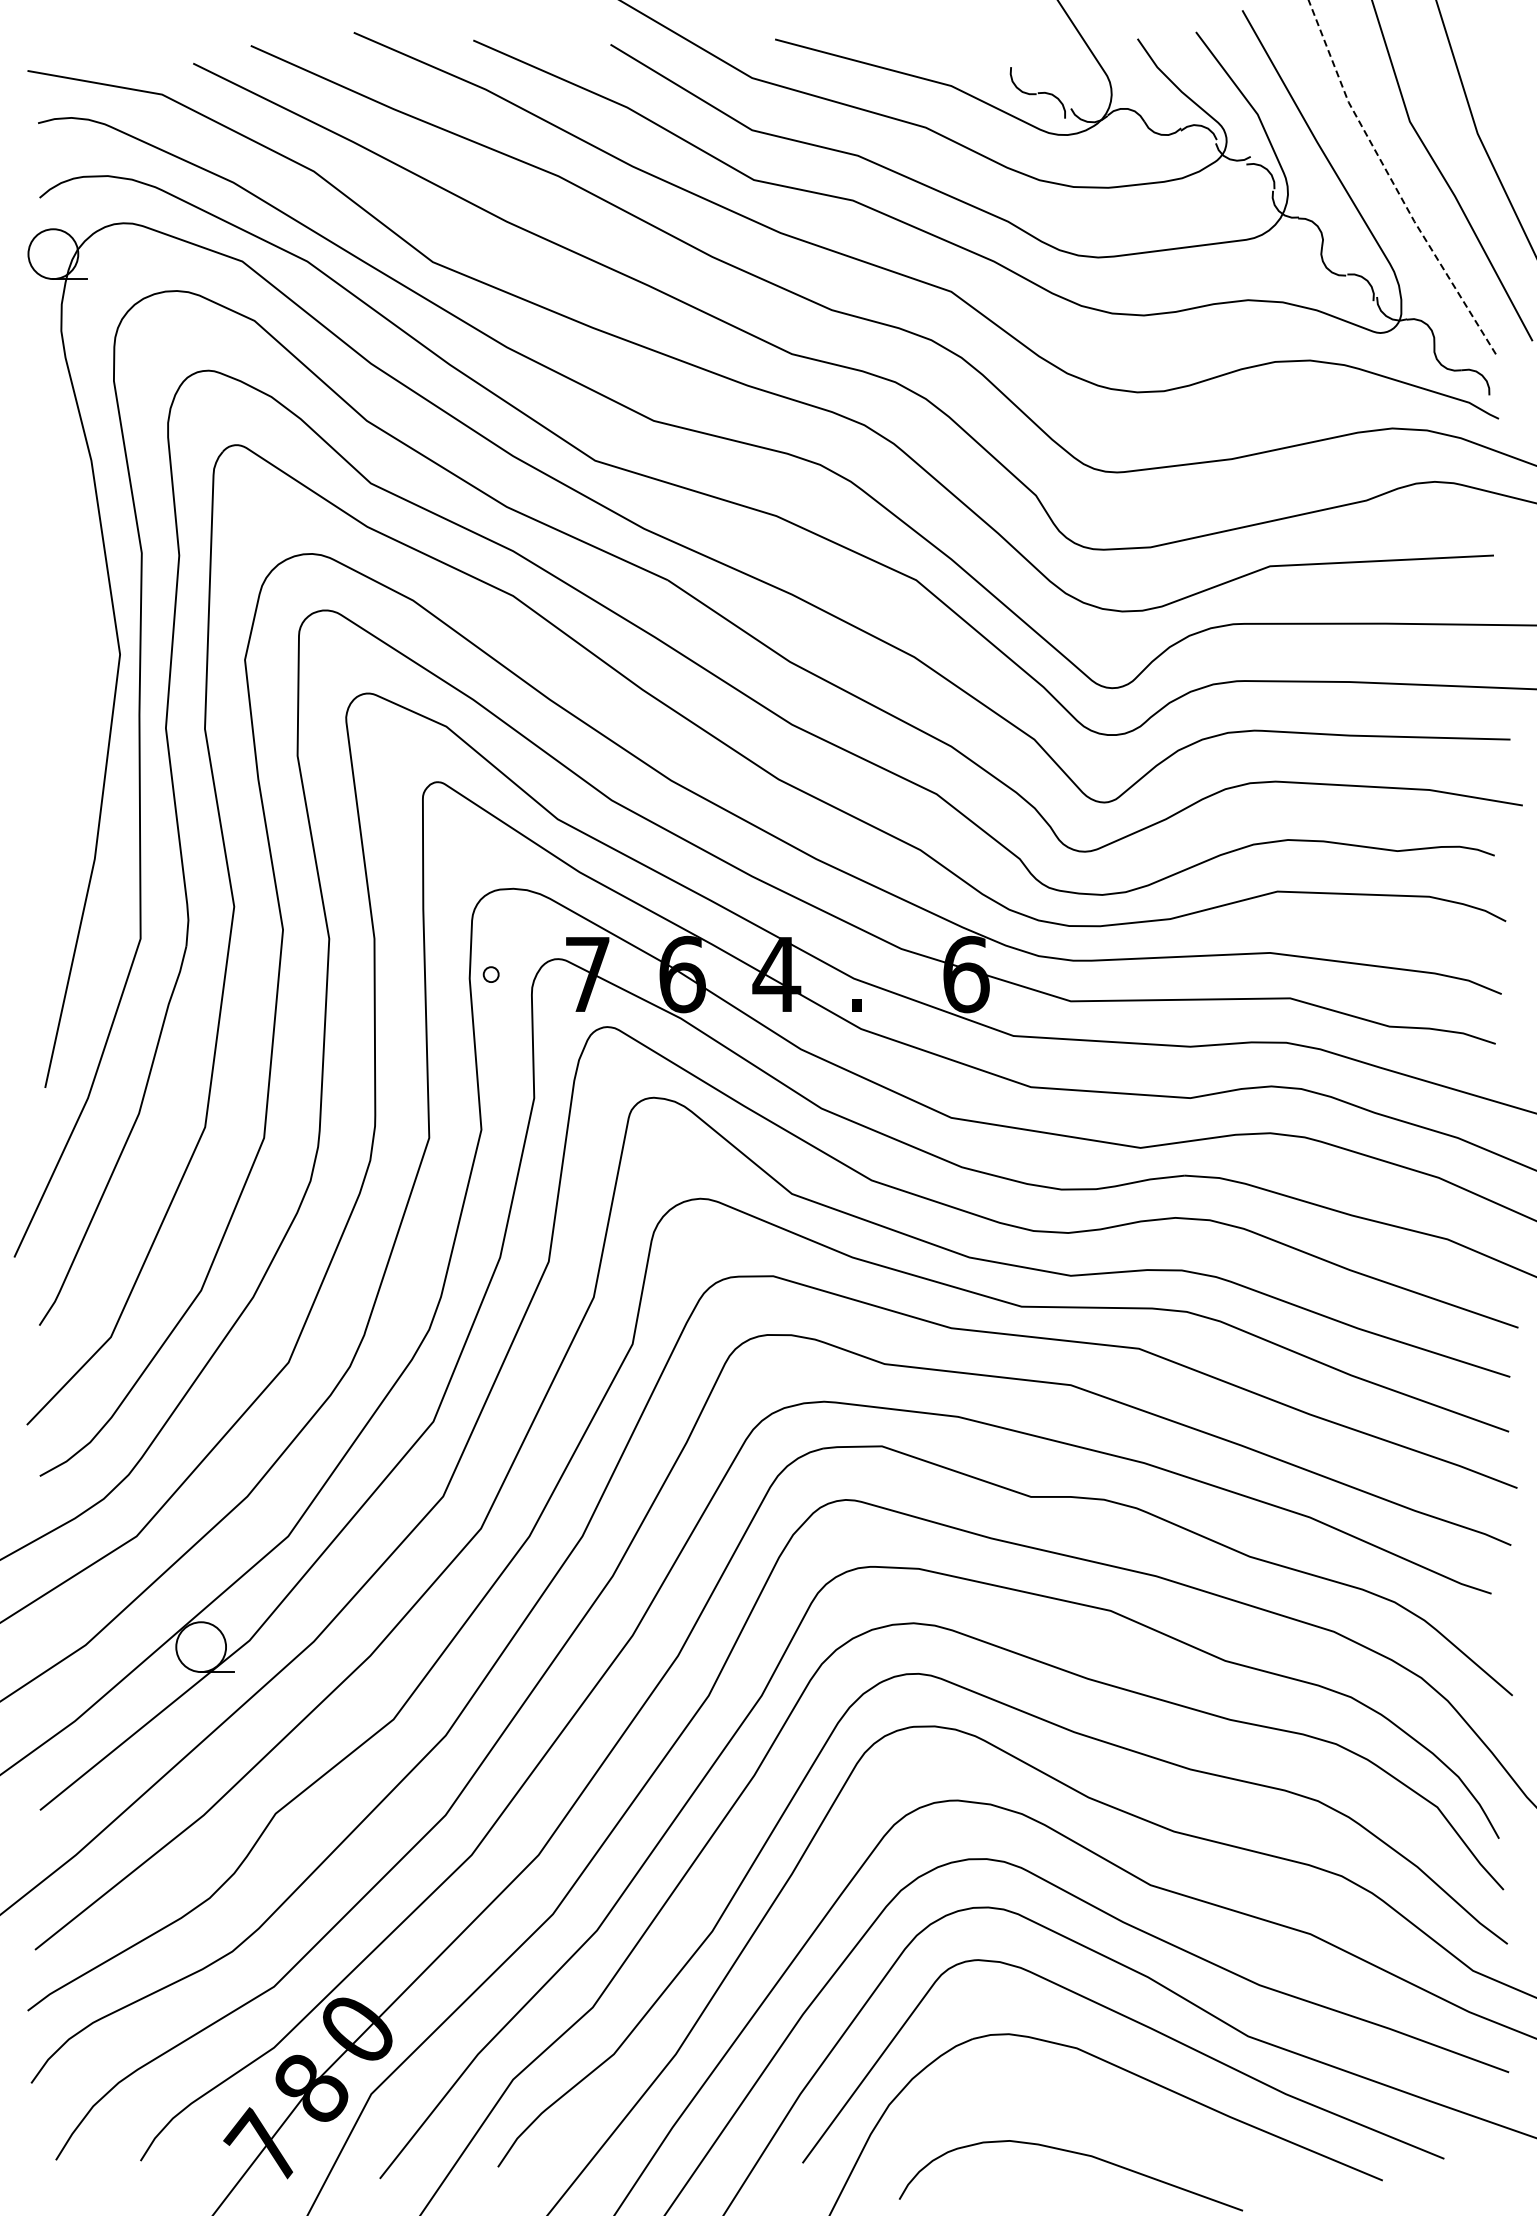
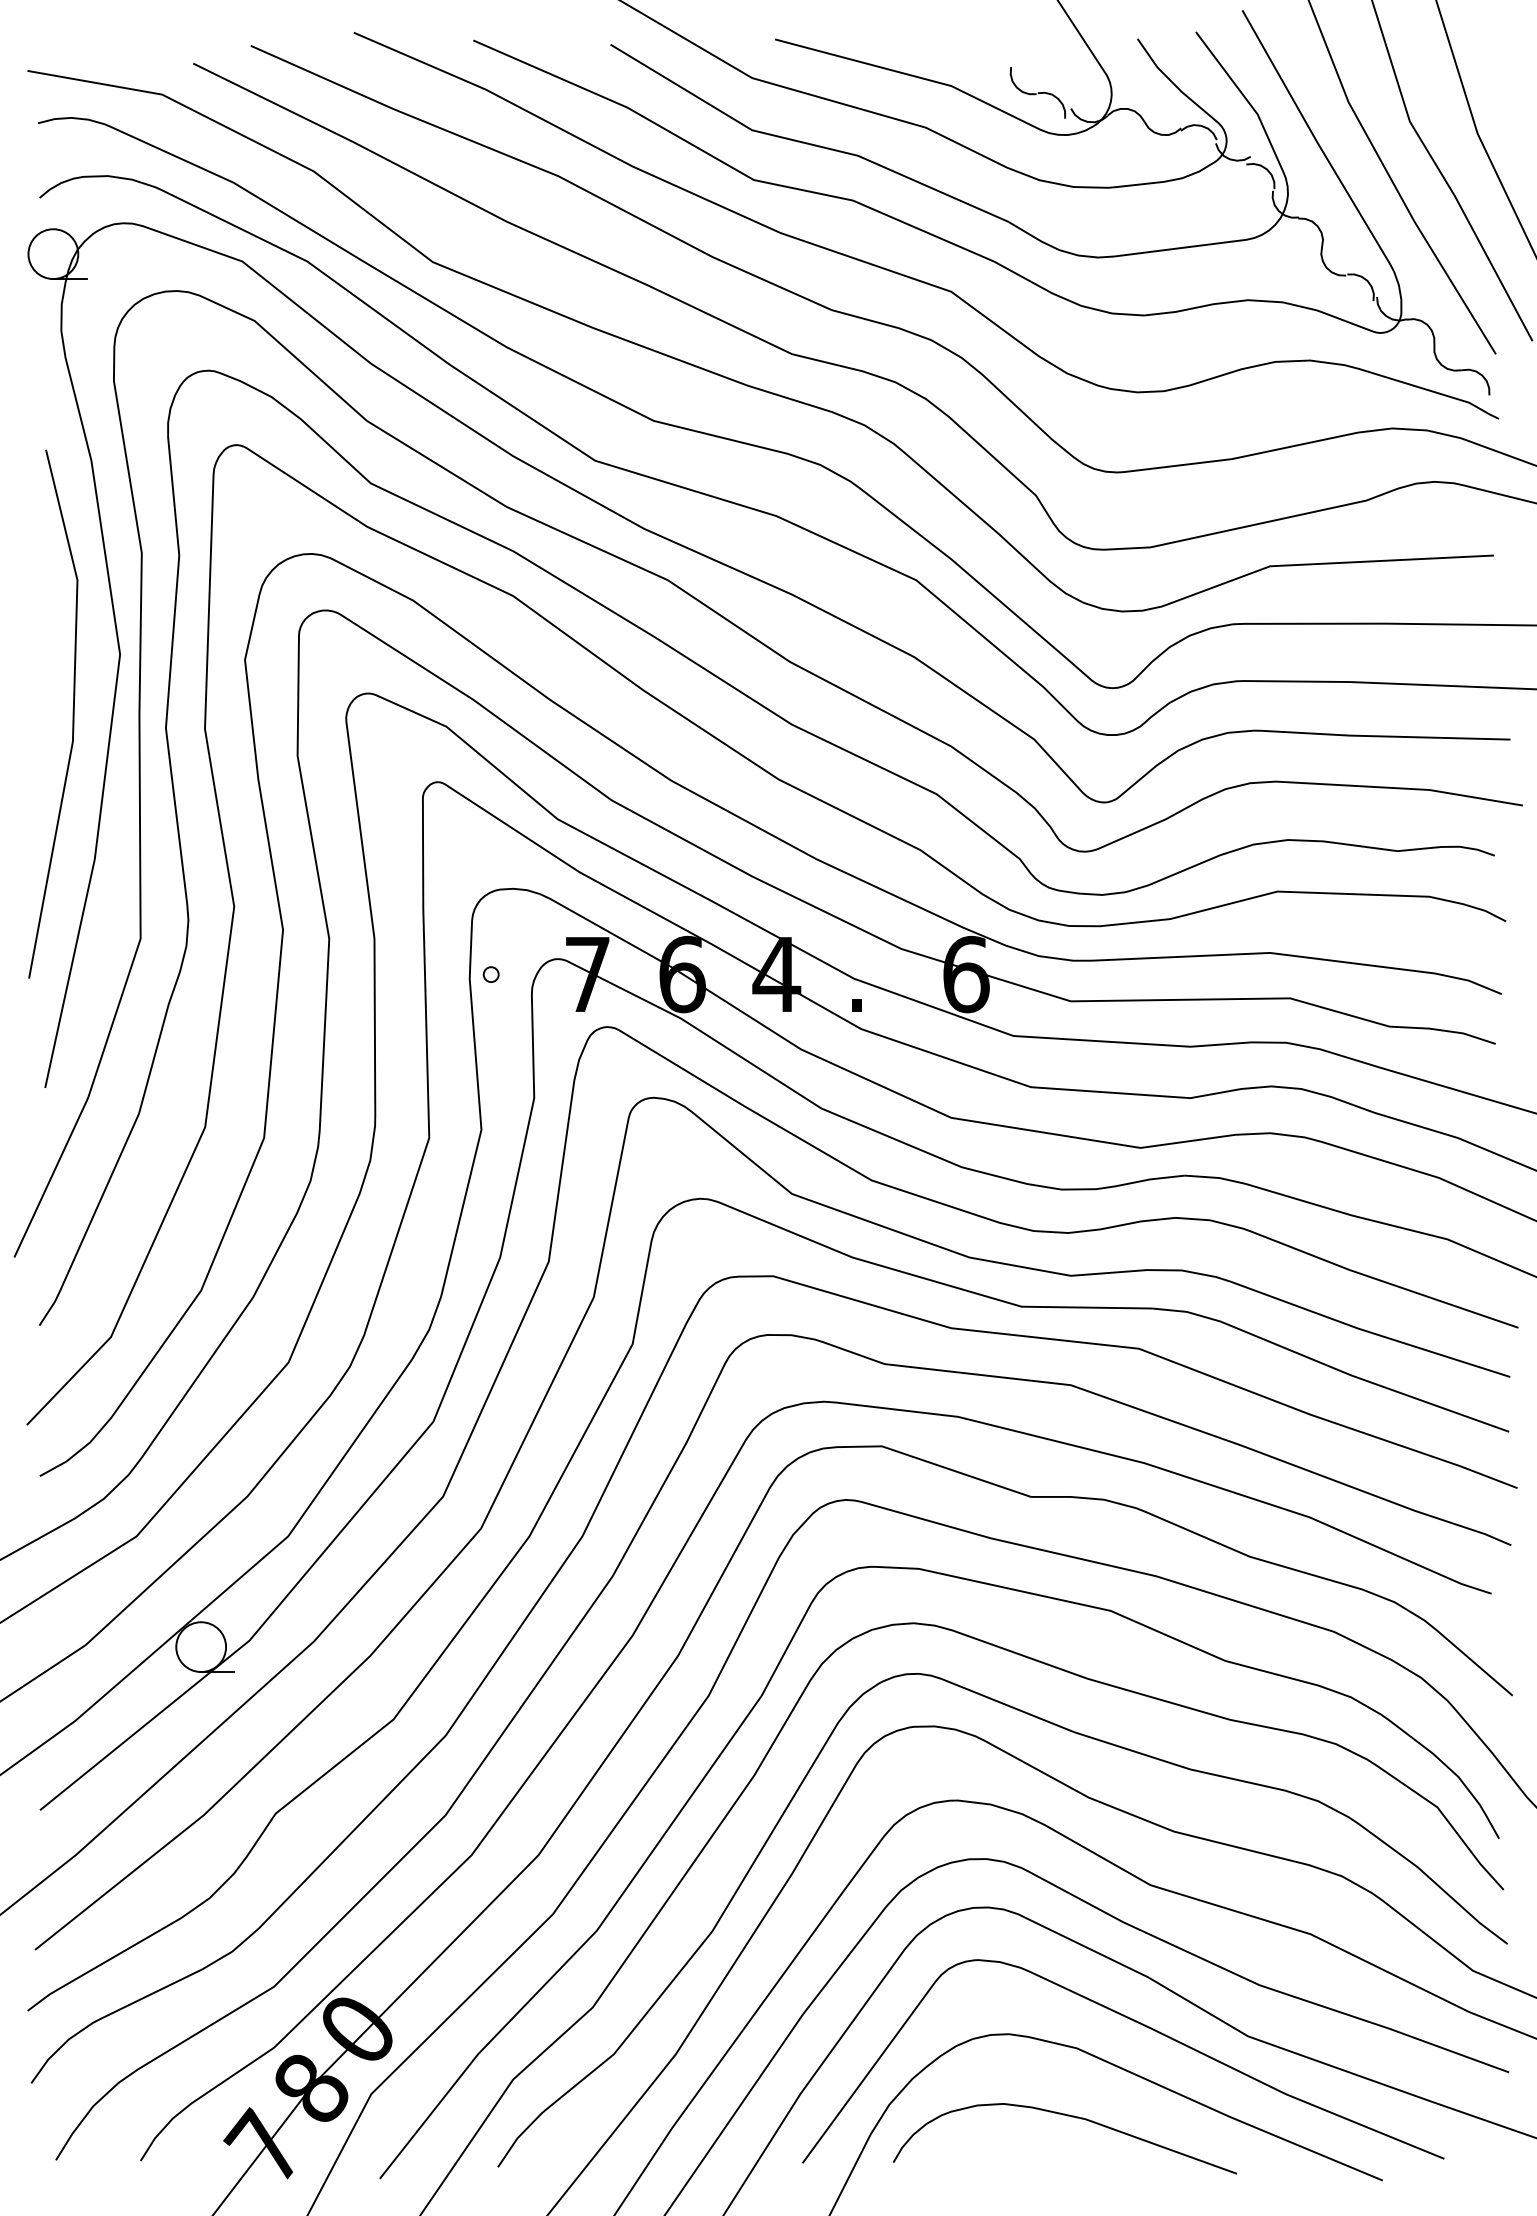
line at (1392, 181): dashed -> solid
line at (72, 713): none -> present
curve at (1073, 2153) position: (1073, 2153) -> (1067, 2116)
